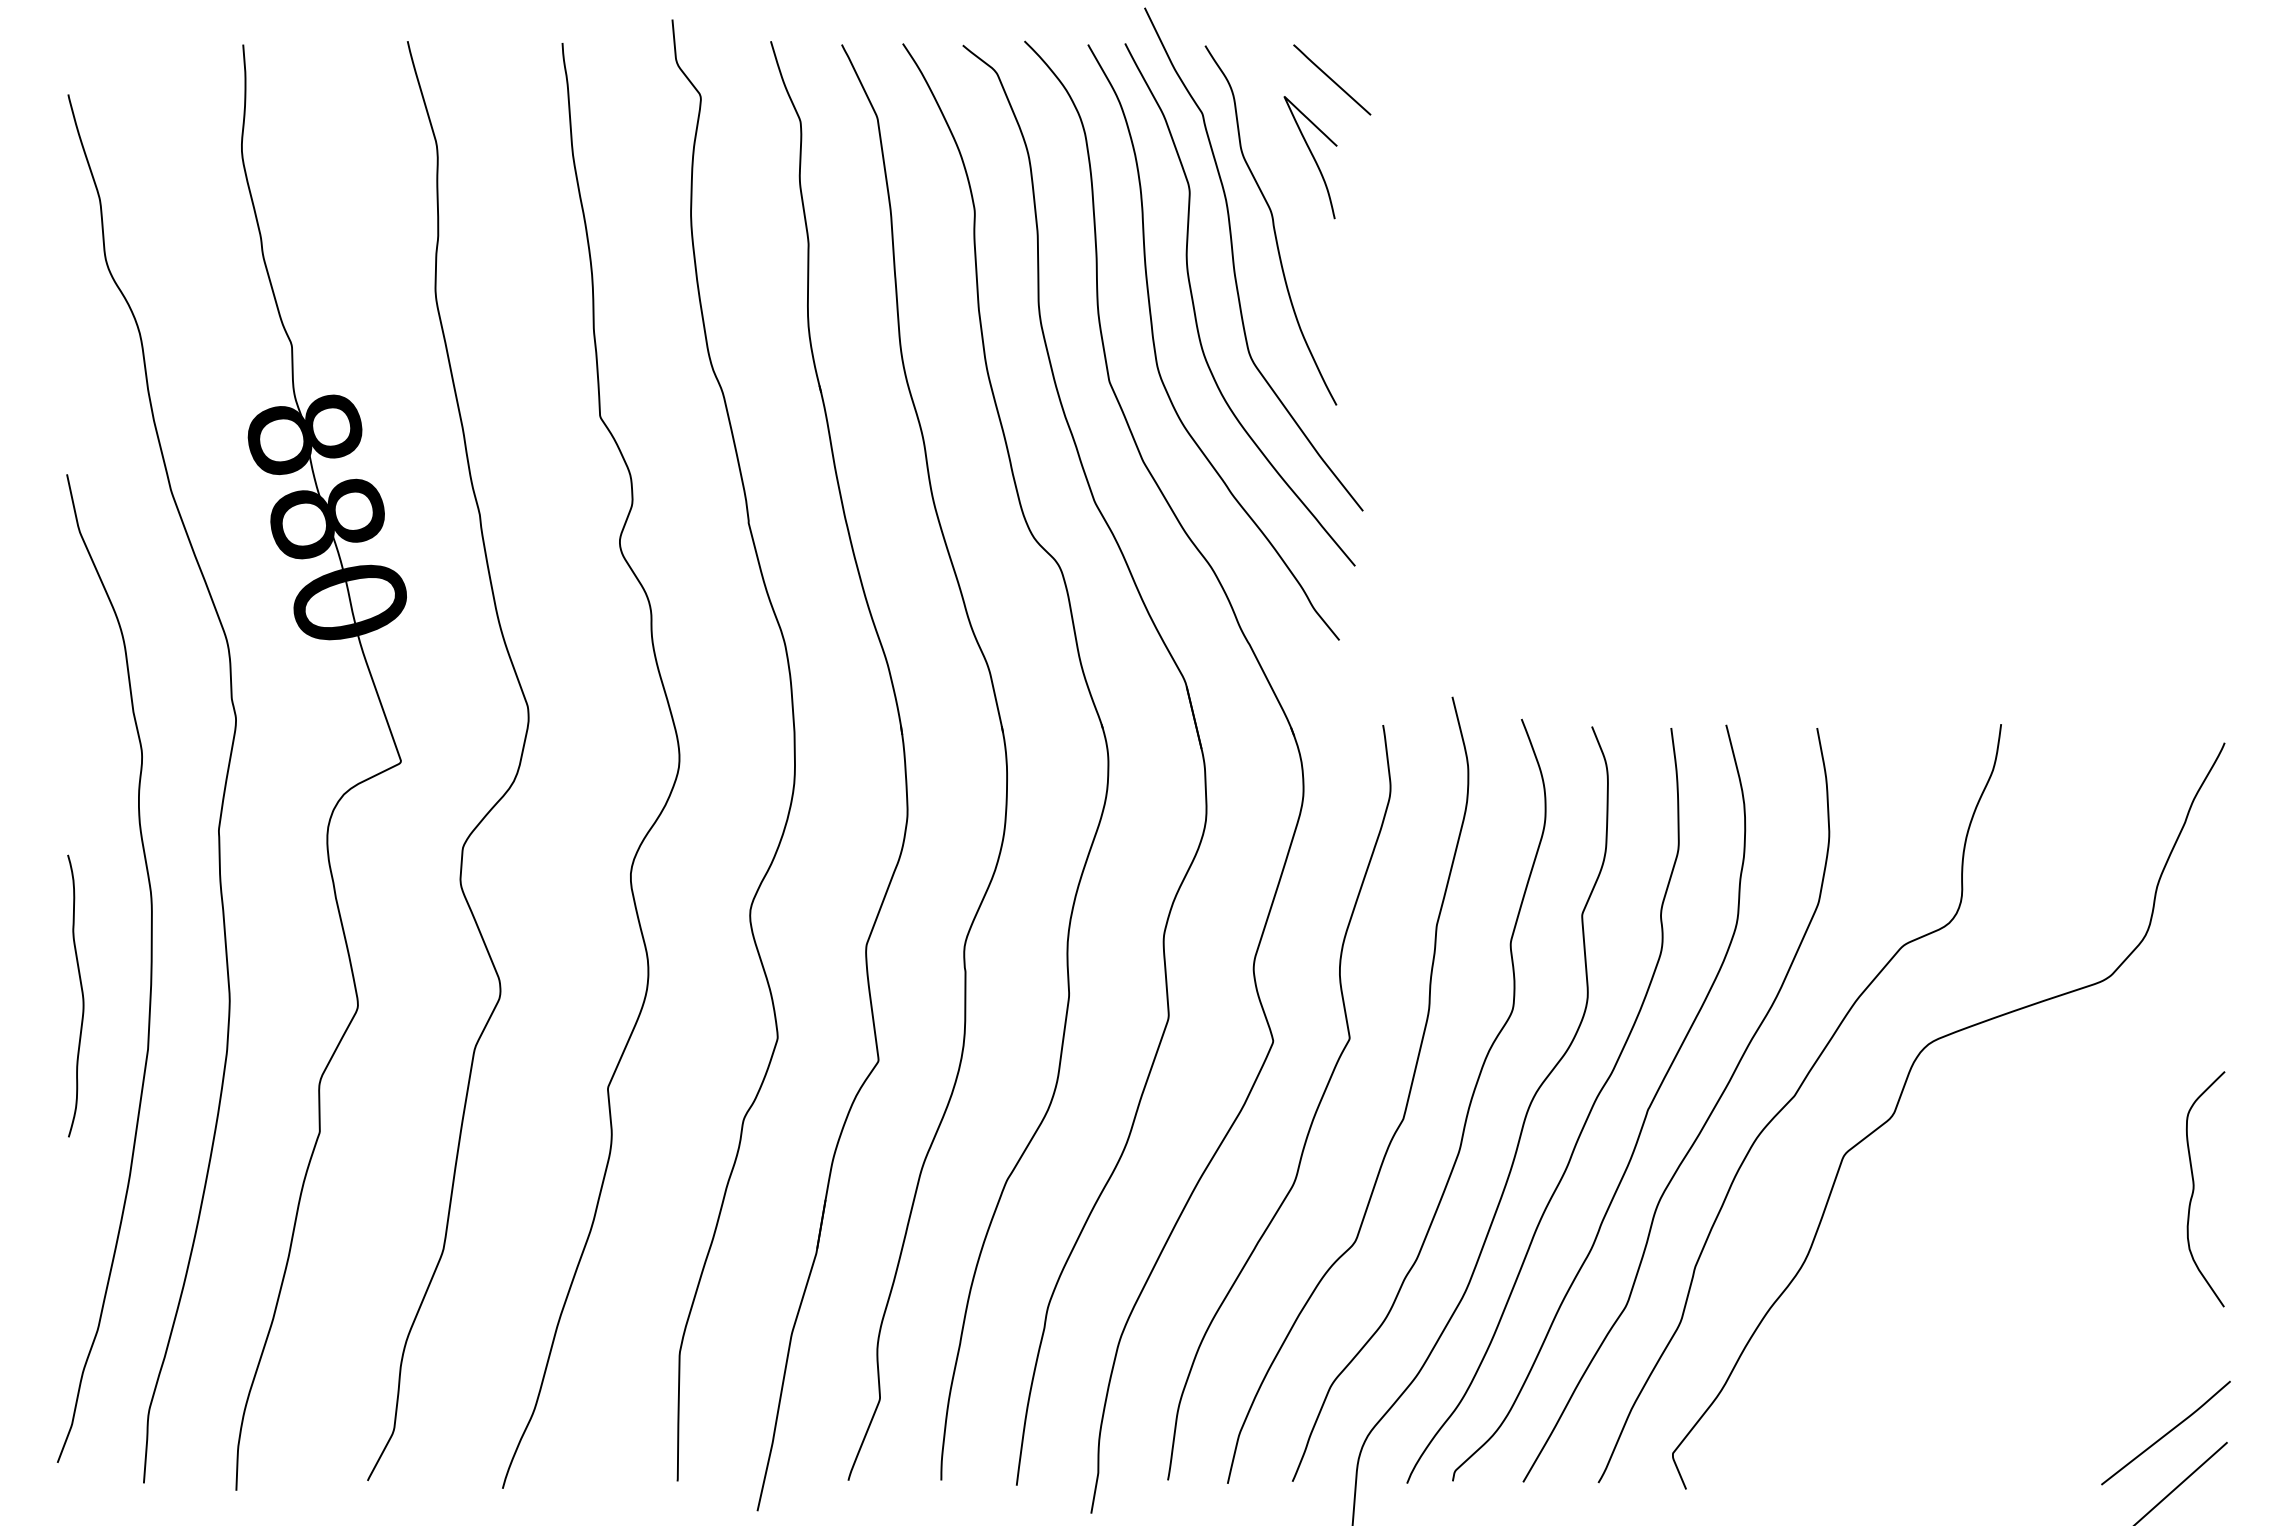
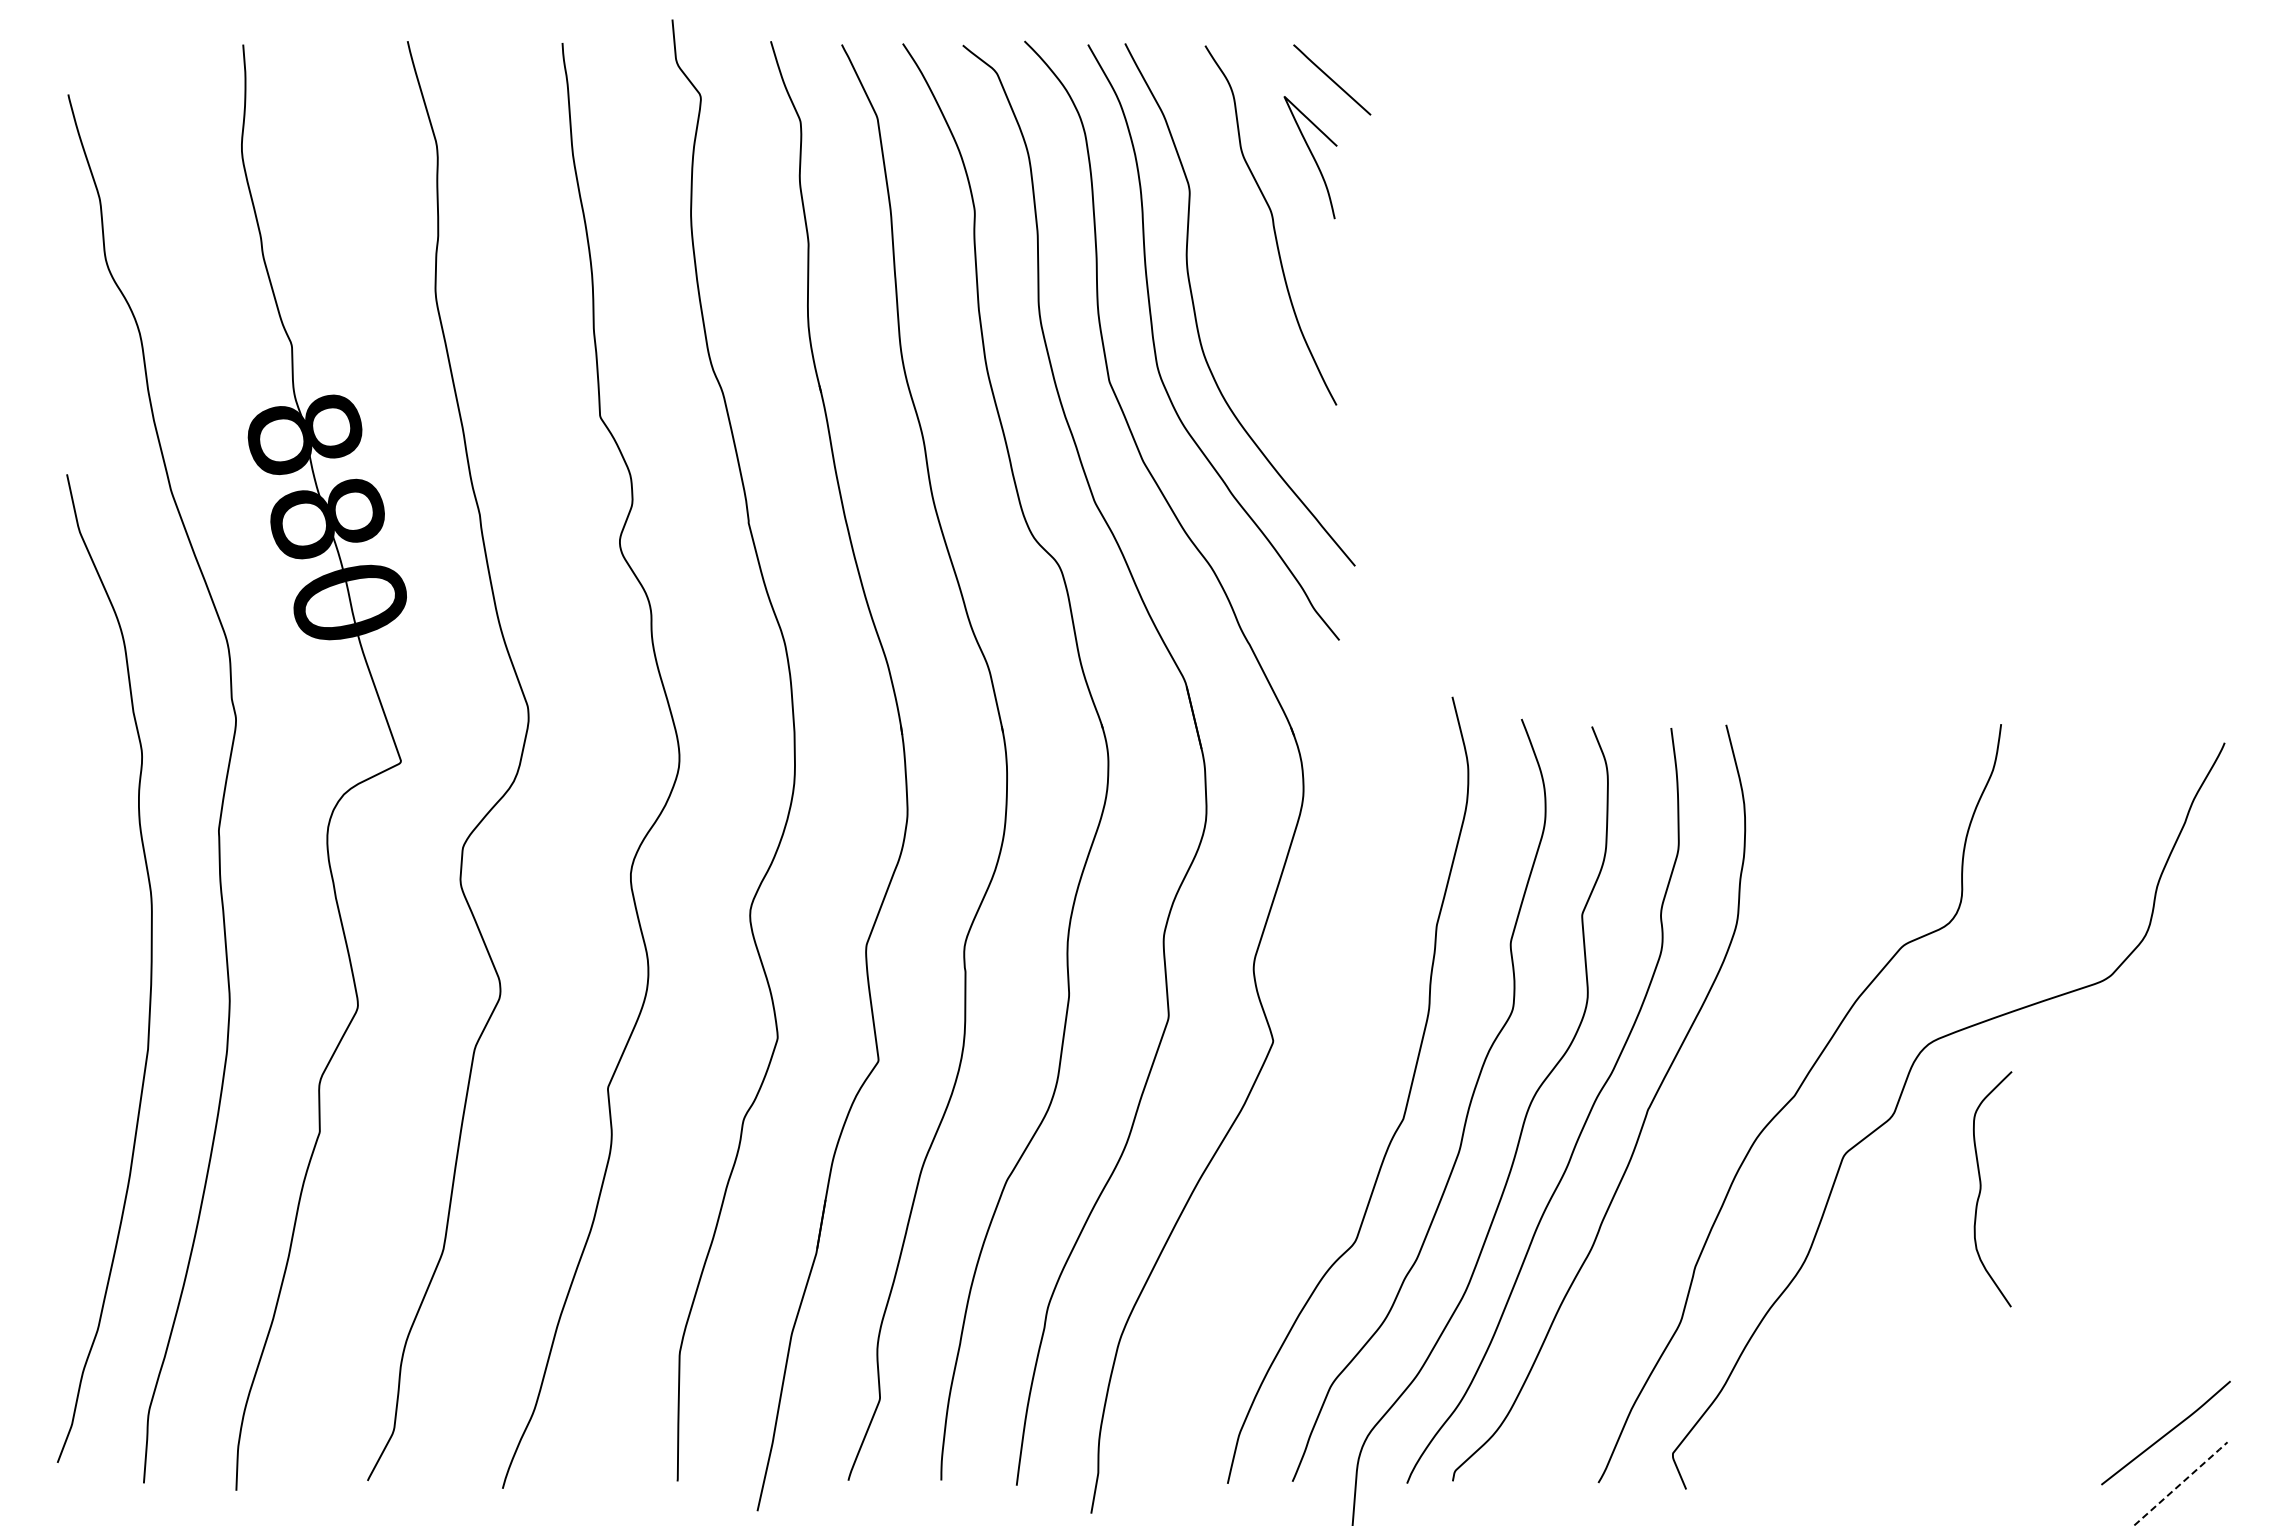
curve at (1234, 260): present -> none
curve at (81, 994): present -> none
curve at (1313, 1115): present -> none
curve at (1704, 1122): present -> none
curve at (2194, 1189) position: (2194, 1189) -> (1981, 1189)
line at (2181, 1483): solid -> dashed
